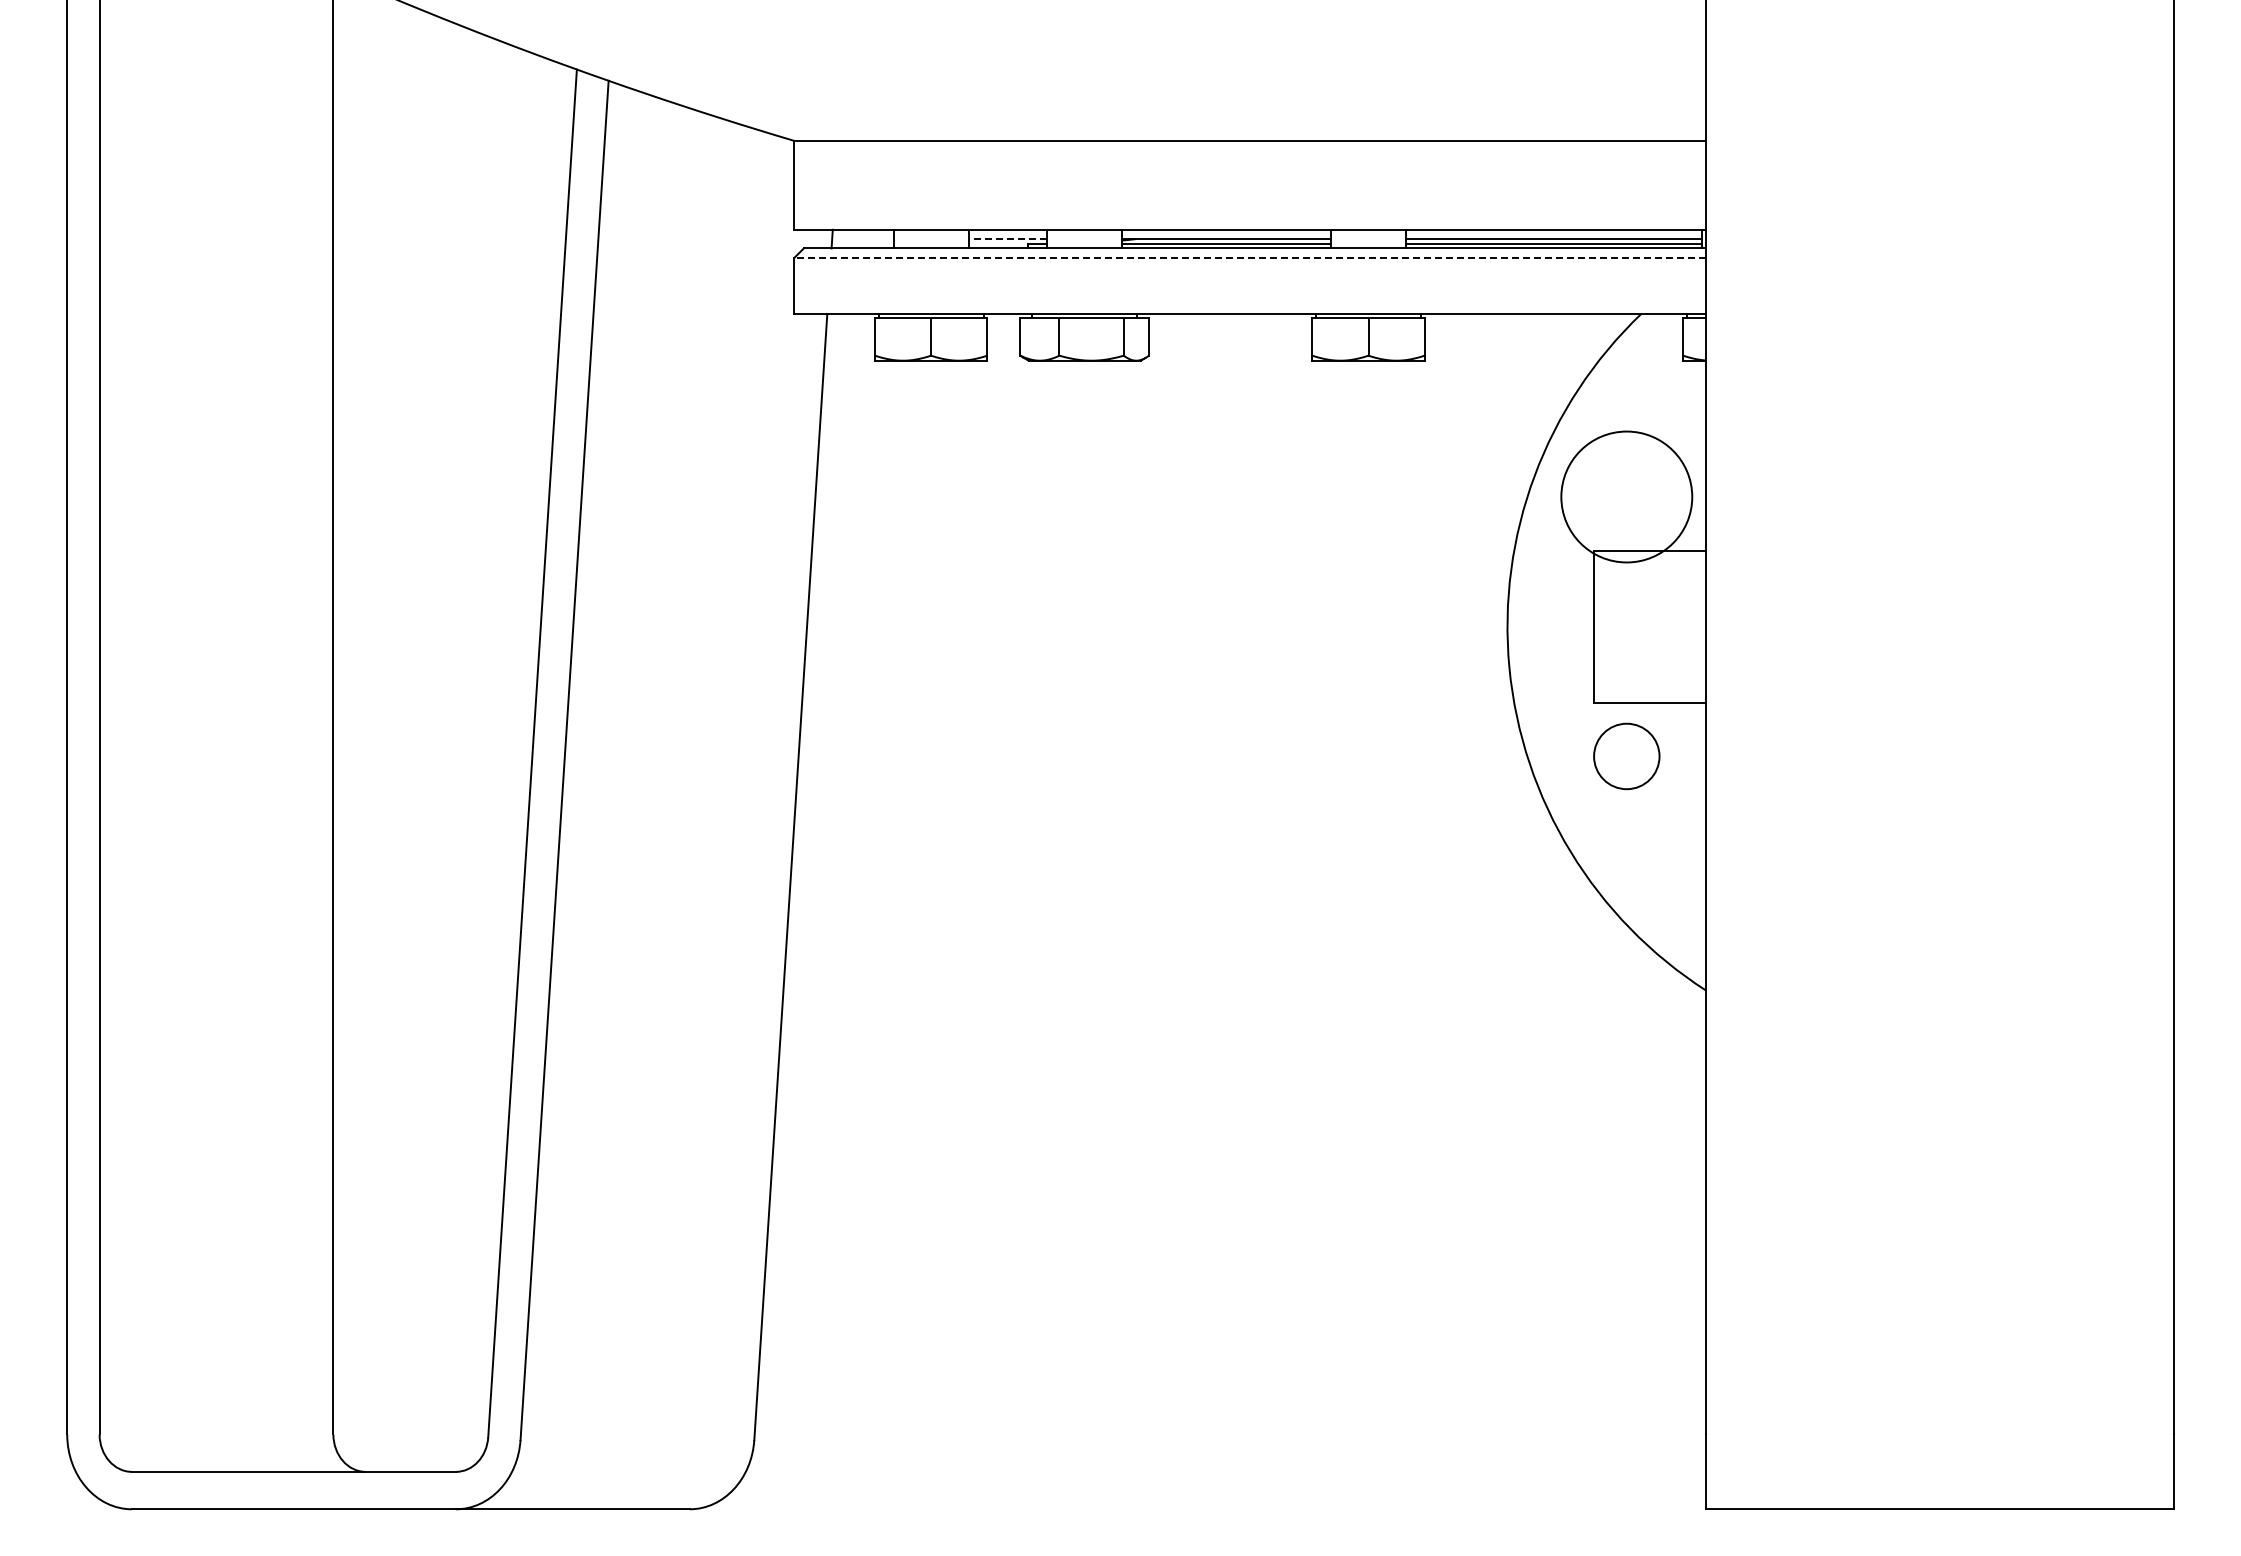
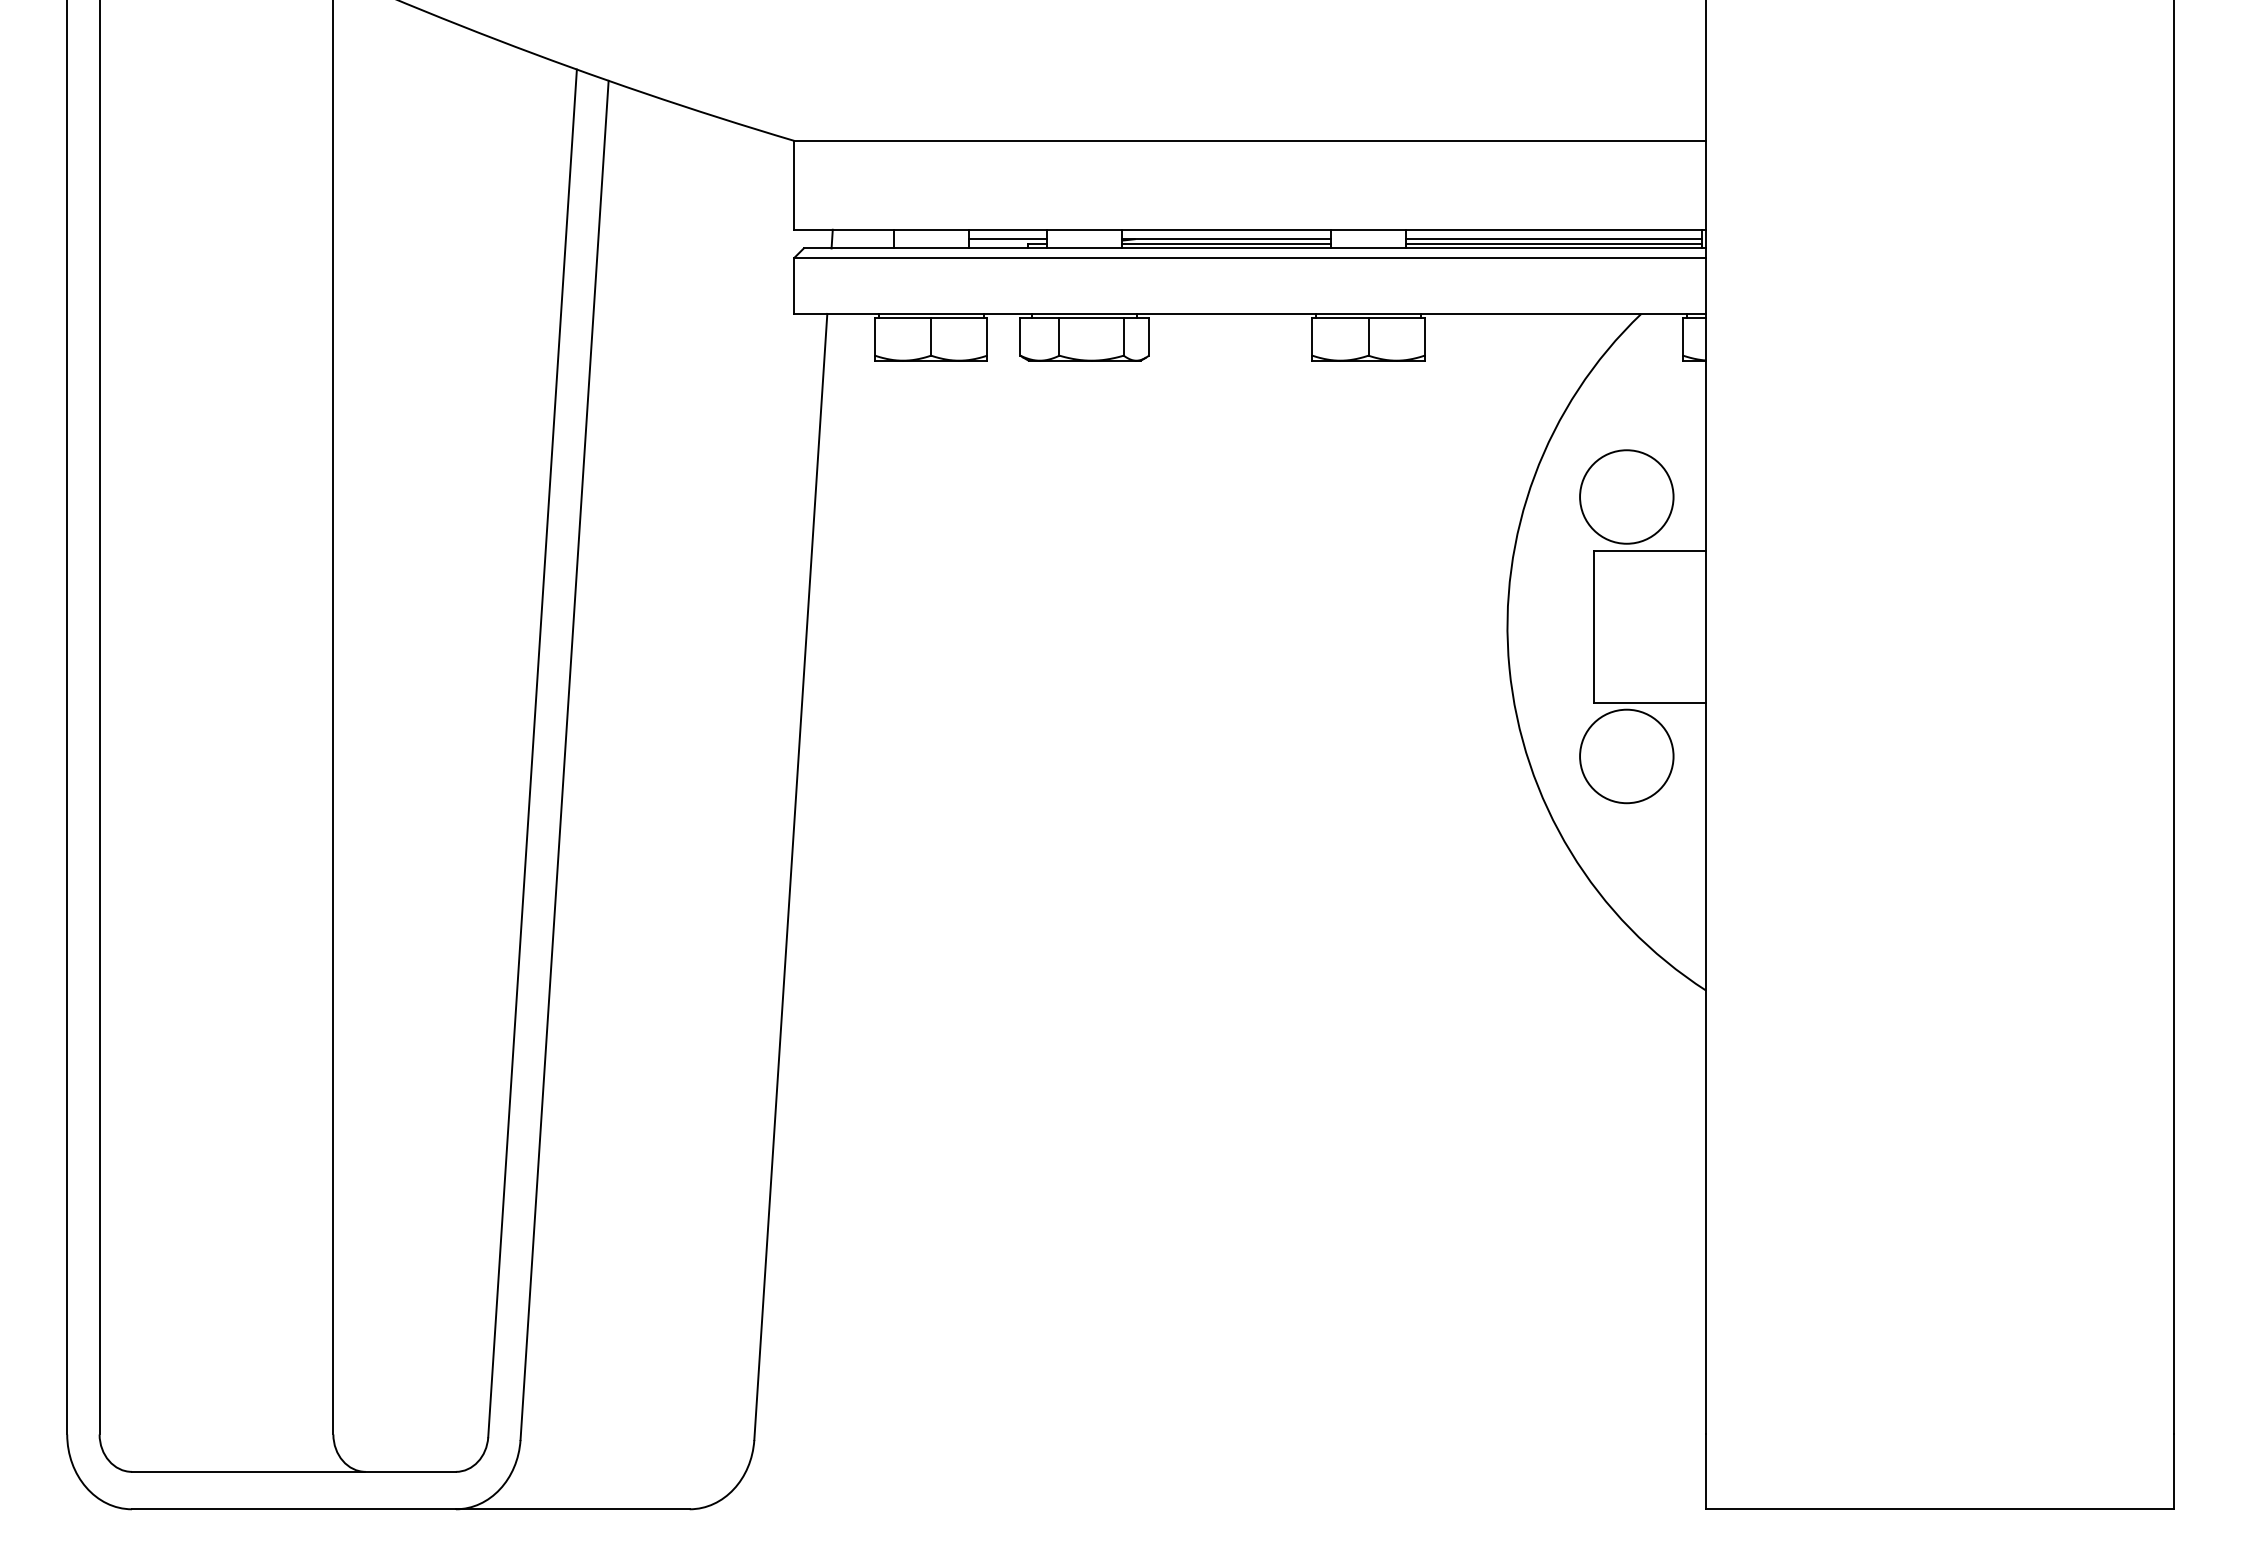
line at (1007, 239): dashed -> solid
line at (1250, 257): dashed -> solid
circle at (1626, 496) diameter: 131 px -> 94 px
circle at (1626, 756) diameter: 65 px -> 94 px
